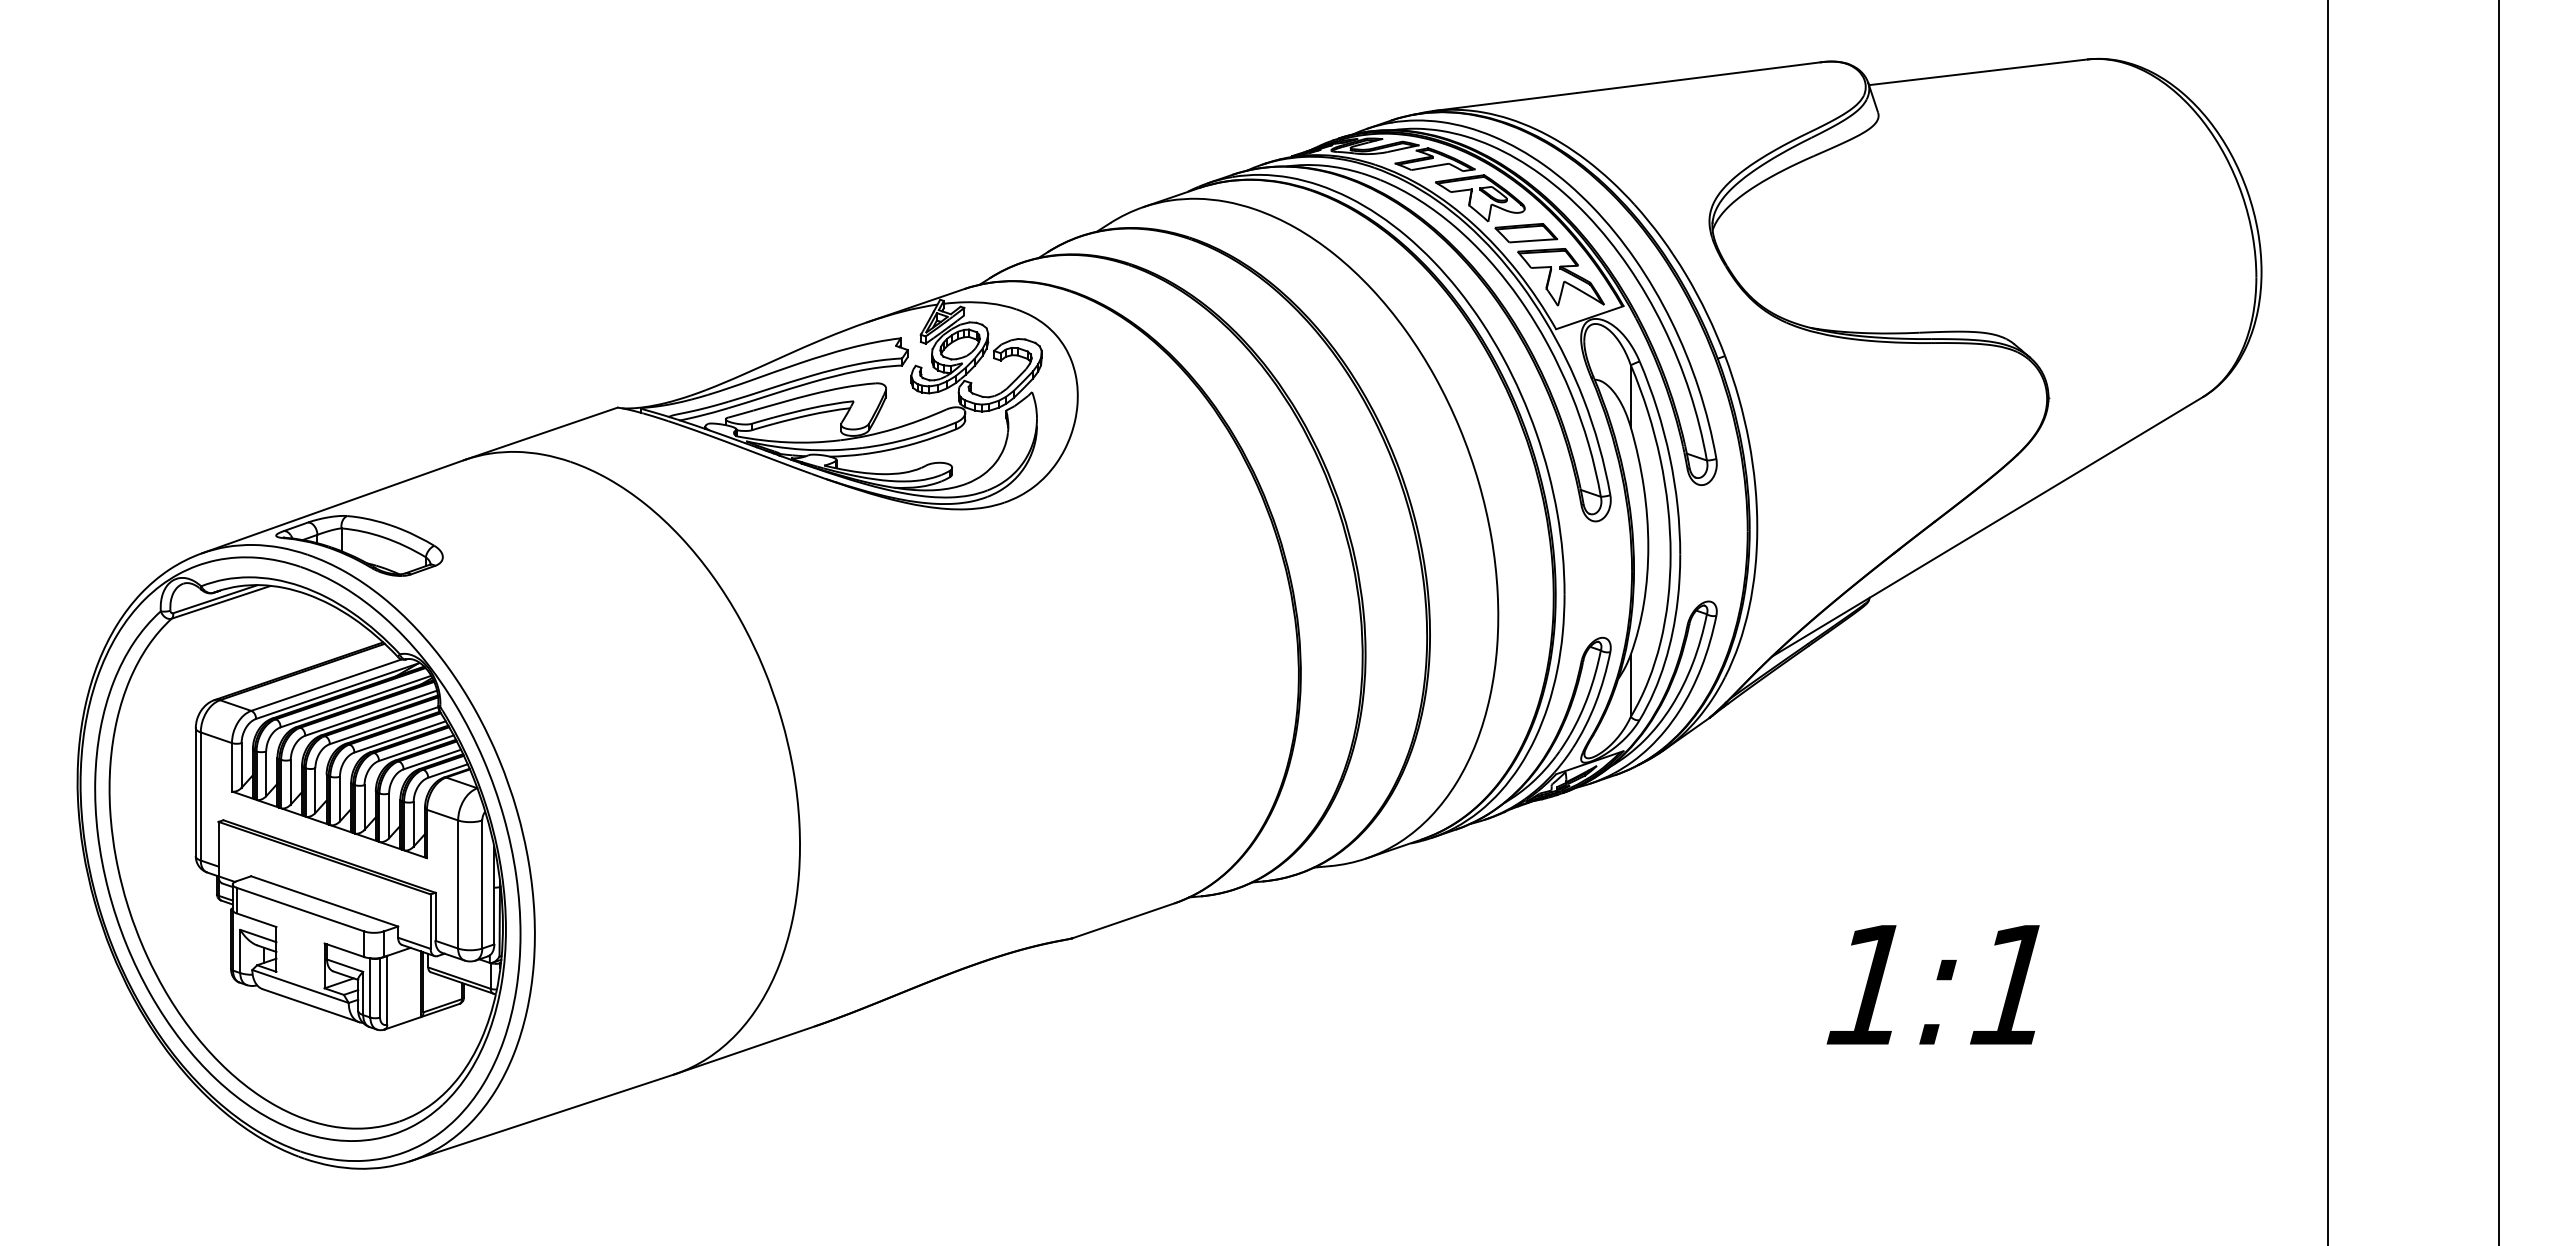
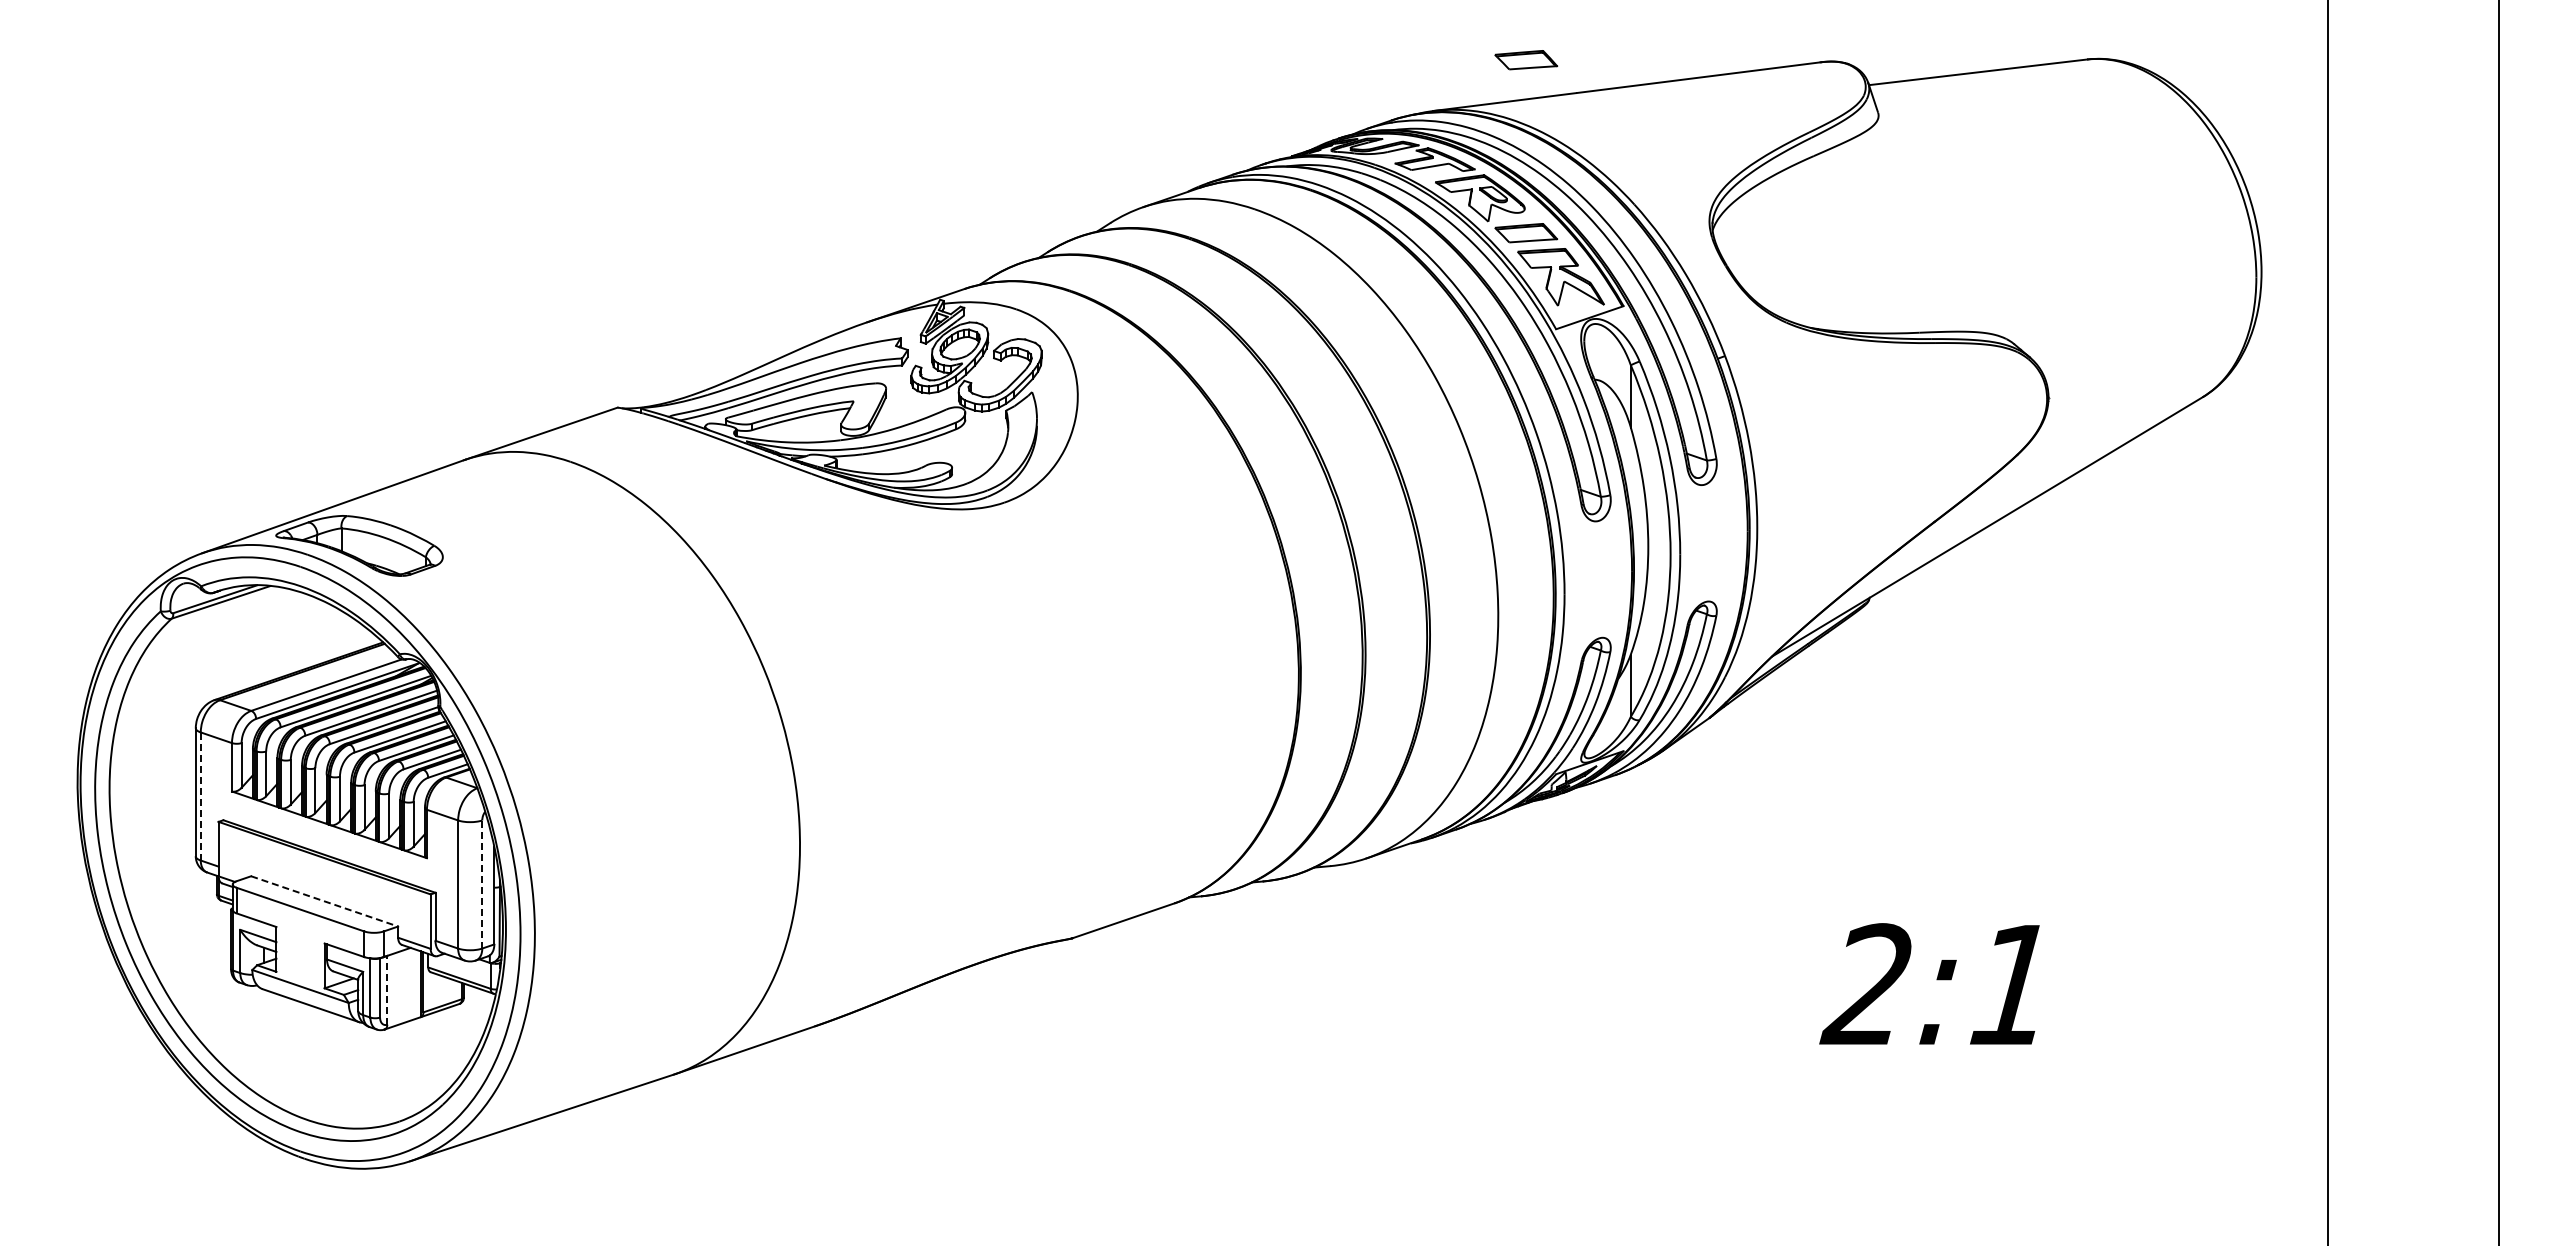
part at (1526, 60): none -> present
line at (200, 795): solid -> dashed
line at (482, 884): solid -> dashed
line at (324, 901): solid -> dashed
text at (1865, 983): 1:1 -> 2:1
line at (387, 989): solid -> dashed
